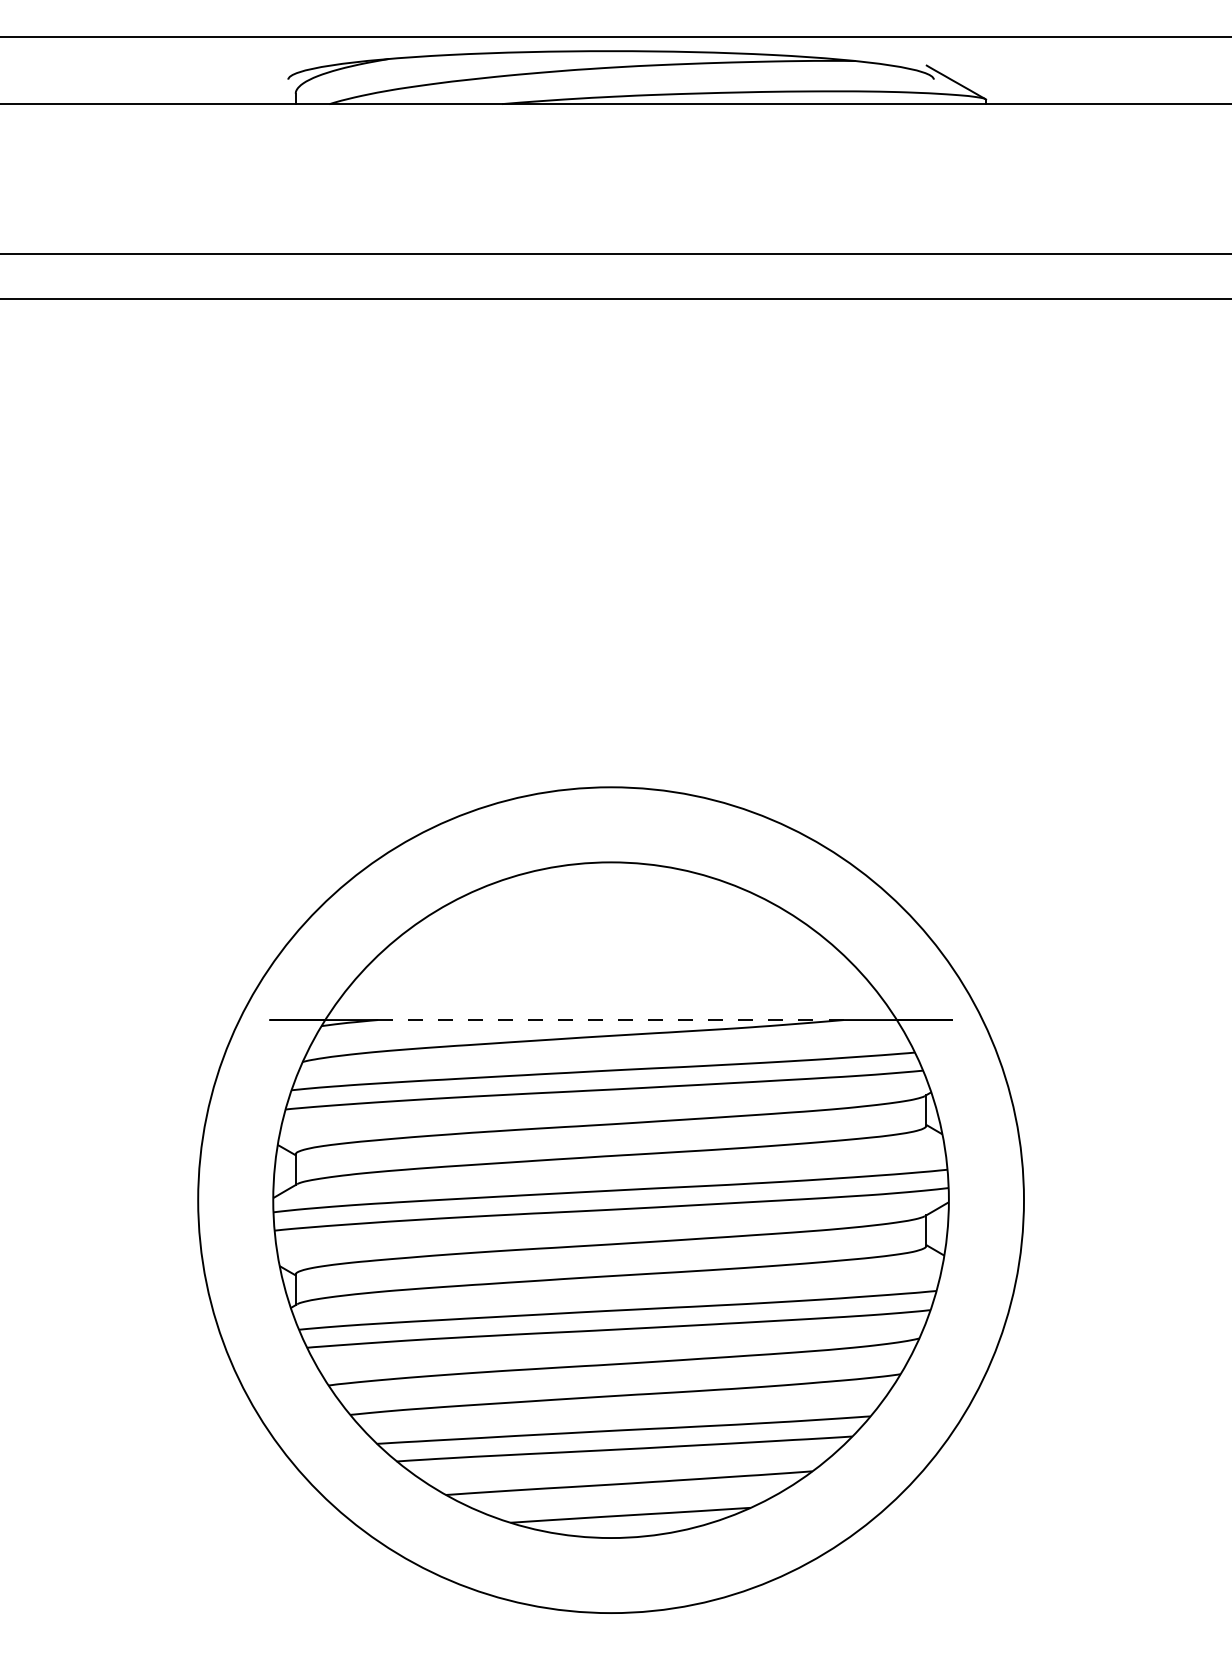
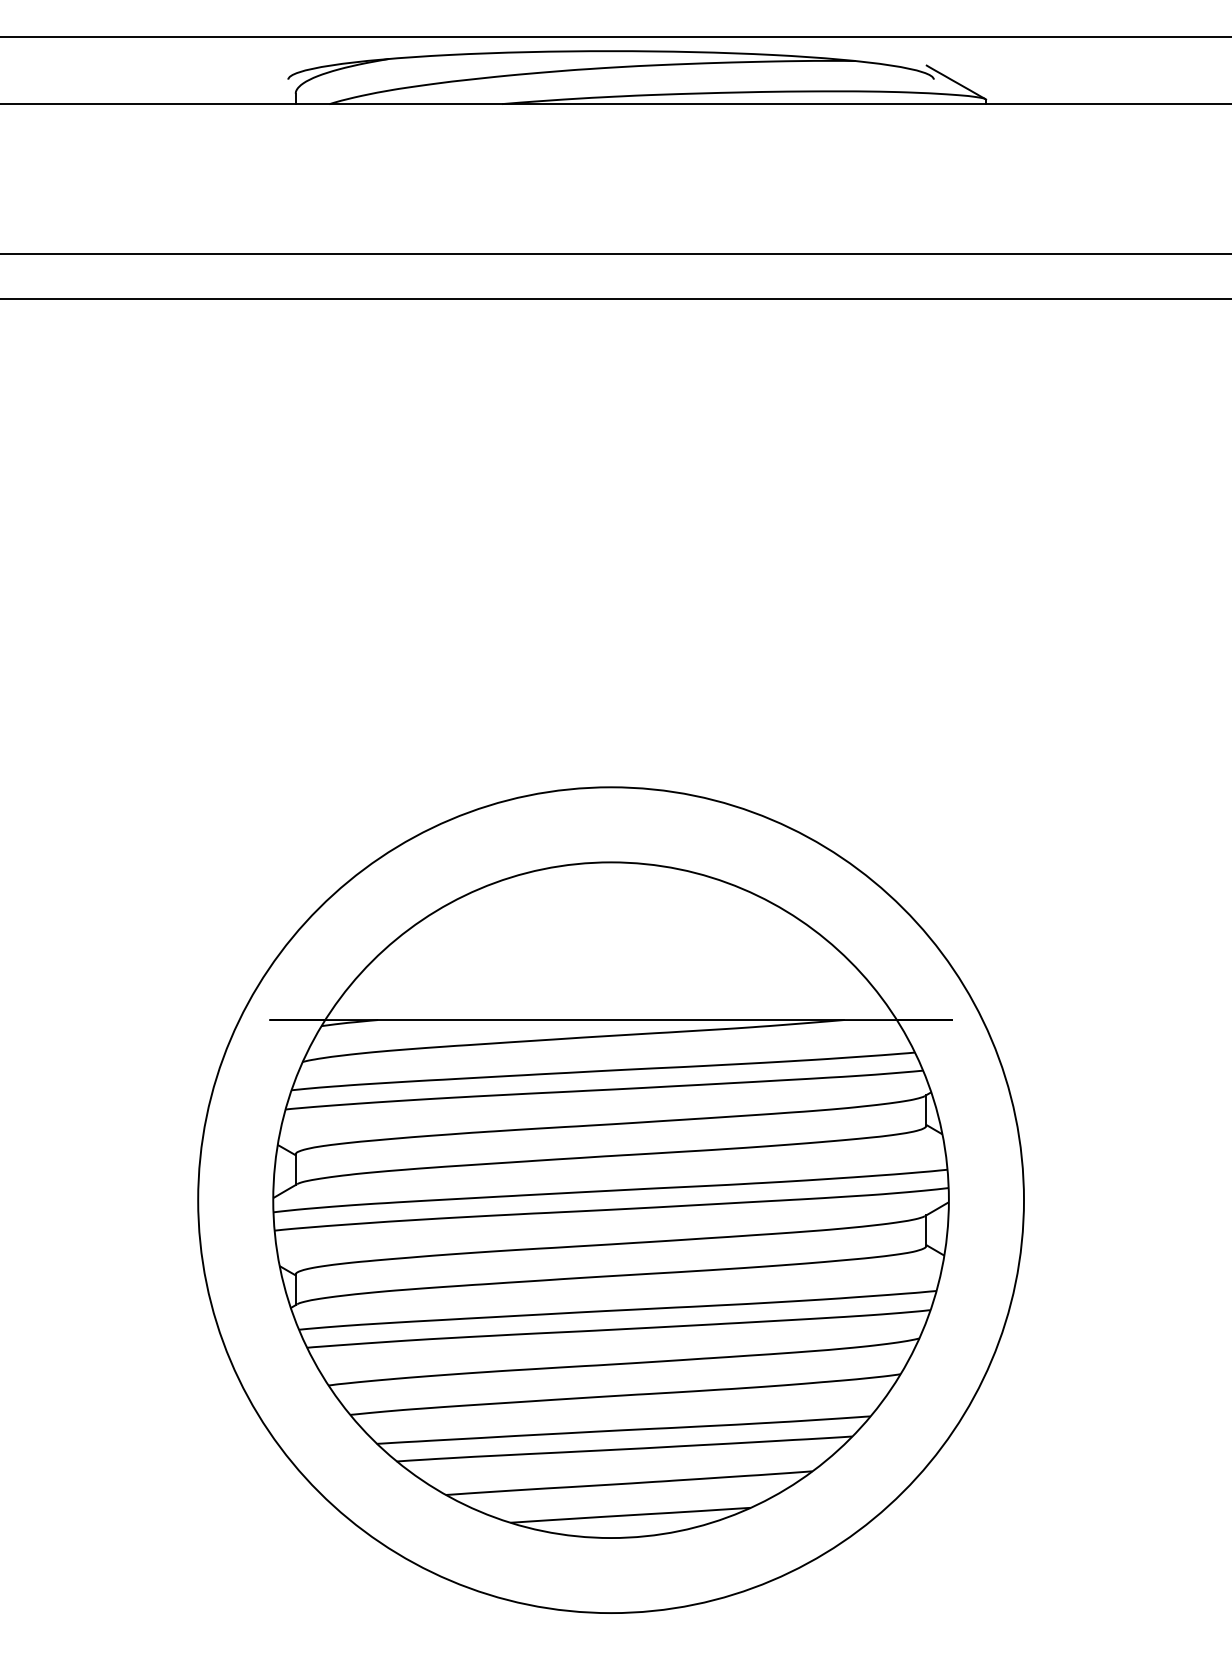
line at (611, 1020): dashed -> solid
